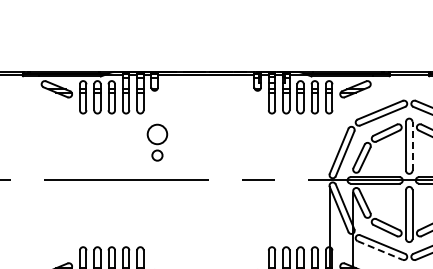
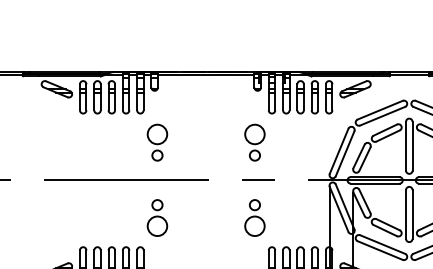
part at (254, 142): none -> present
line at (412, 145): dashed -> solid
part at (157, 217): none -> present
part at (254, 217): none -> present
line at (380, 250): dashed -> solid
